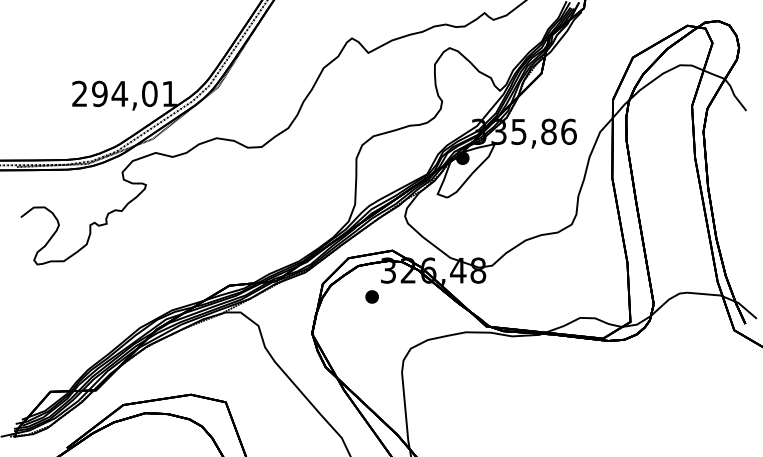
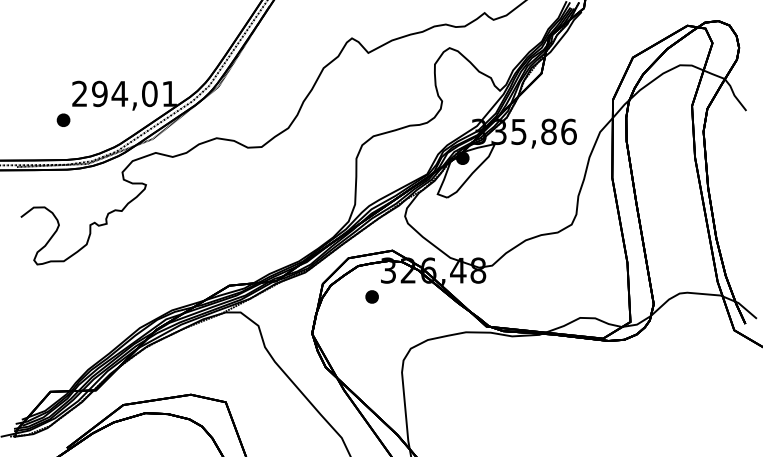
part at (63, 119): none -> present
